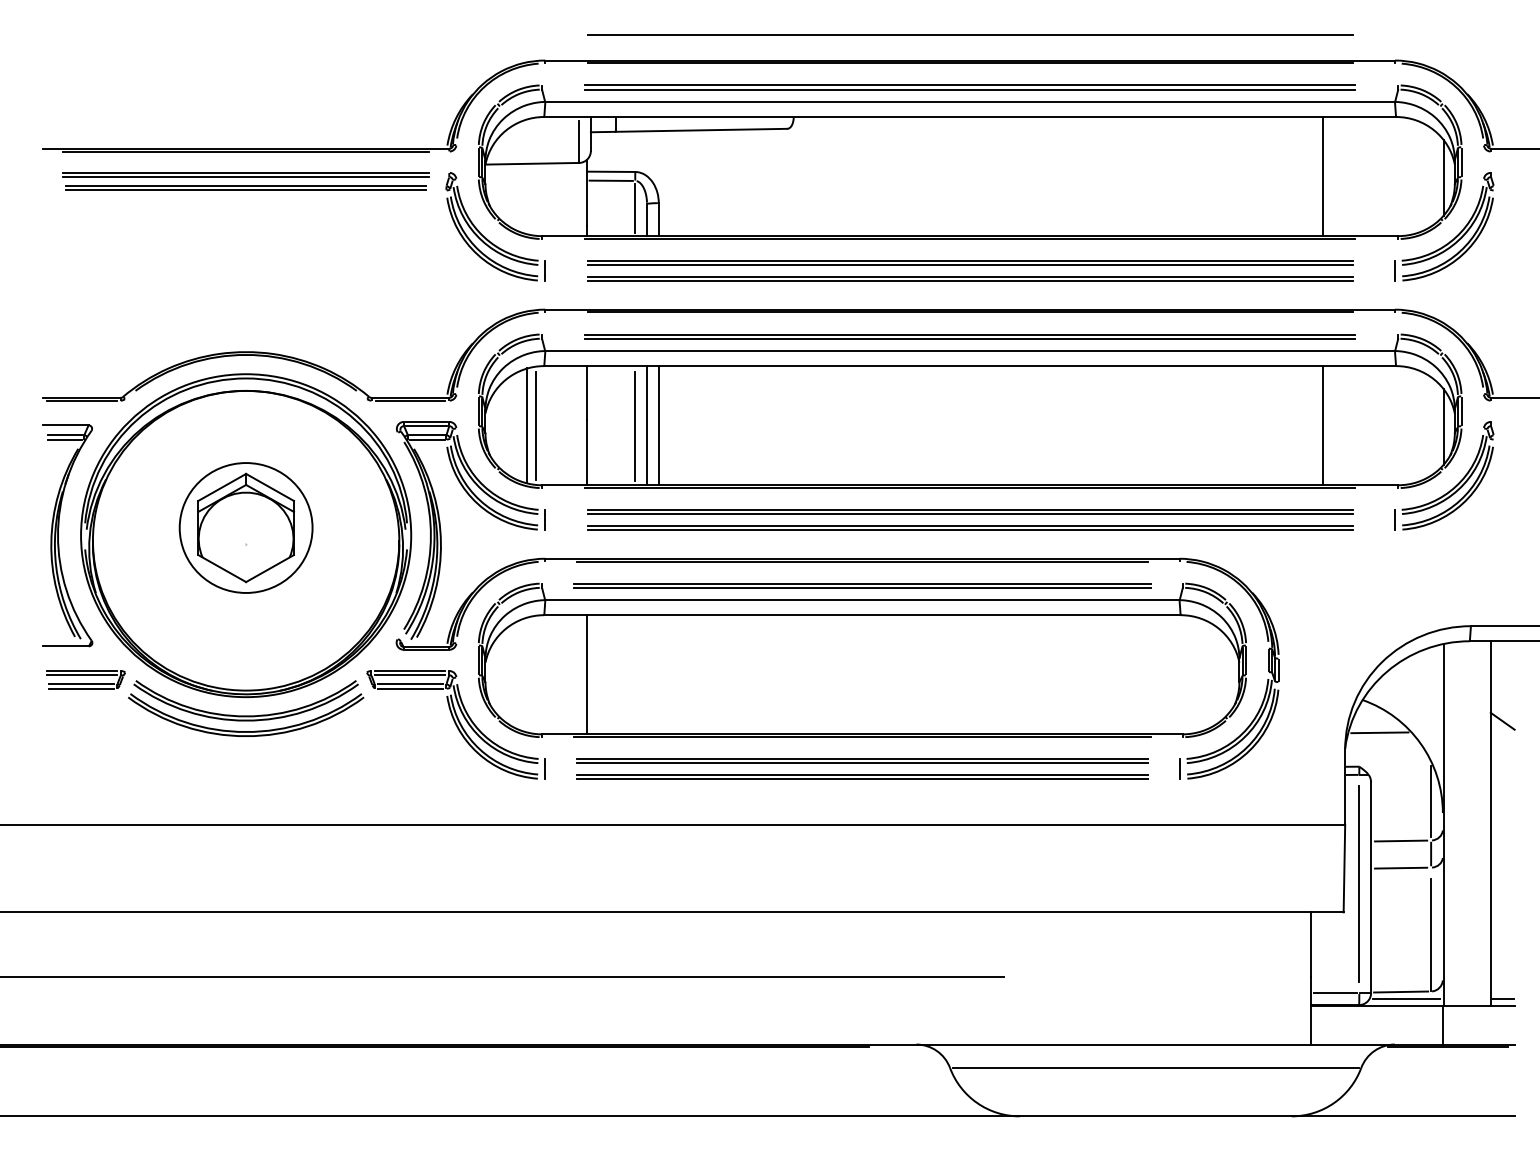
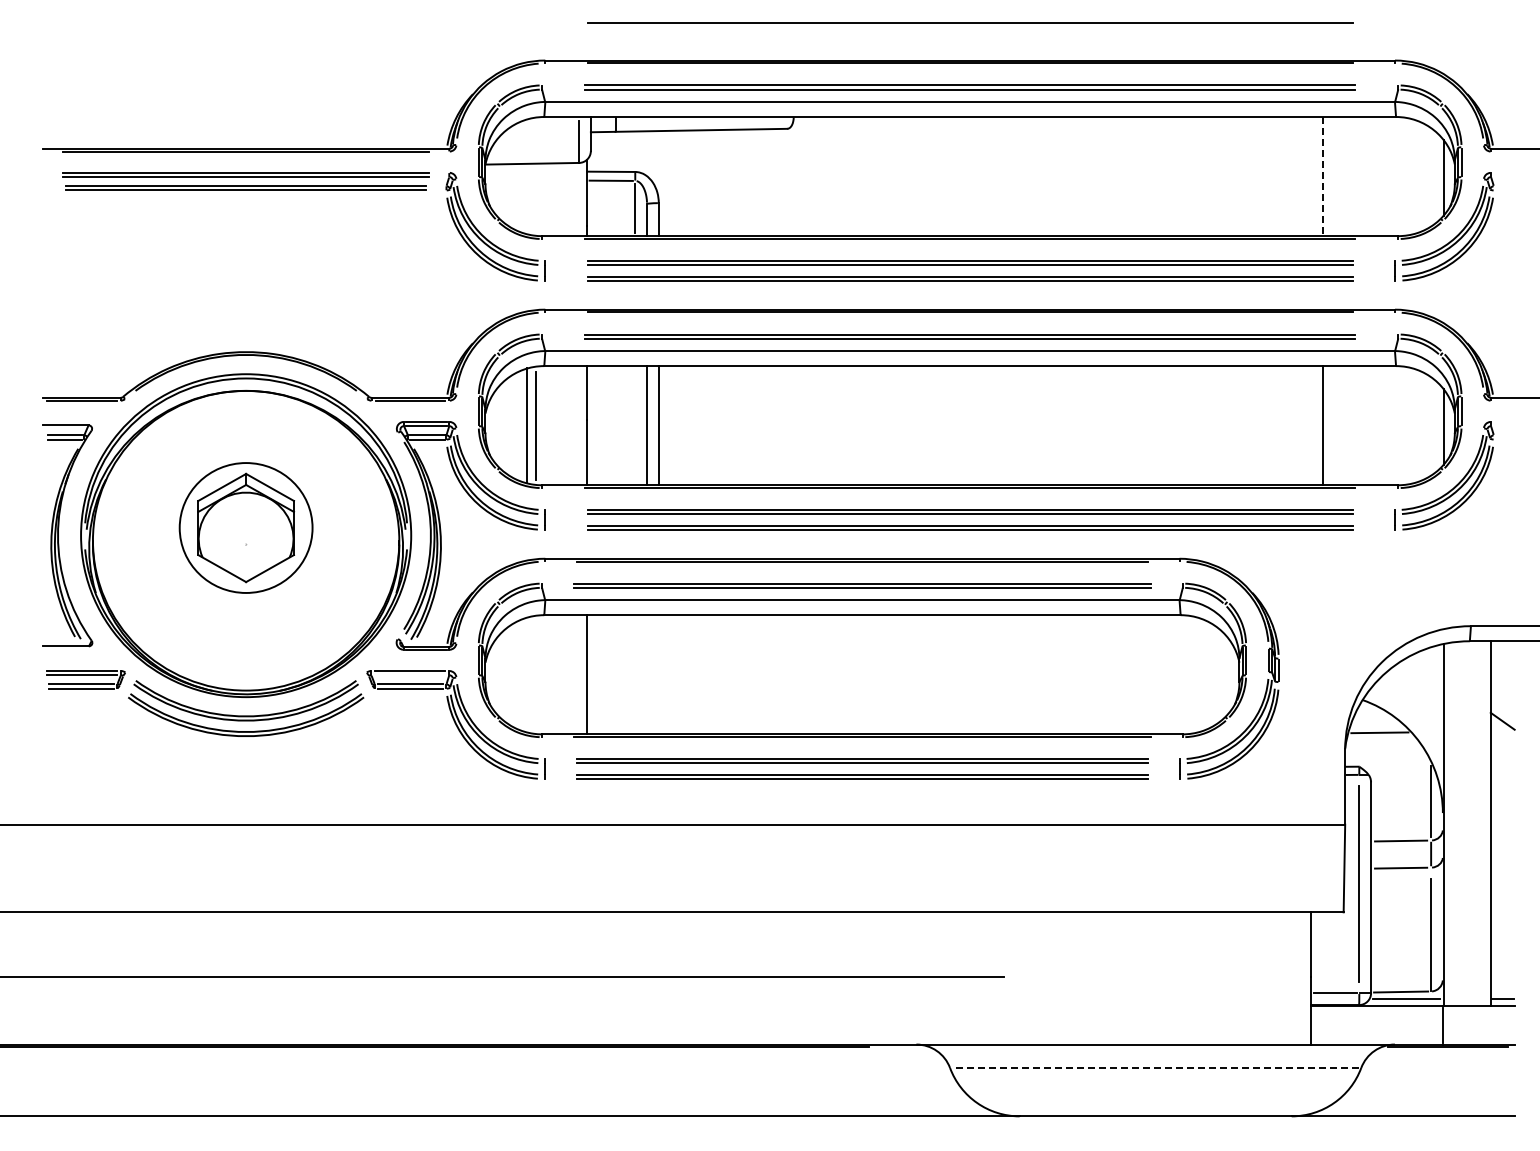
line at (970, 34) position: (970, 34) -> (970, 22)
line at (1323, 176): solid -> dashed
line at (635, 425): present -> none
line at (410, 675): present -> none
line at (1155, 1067): solid -> dashed
